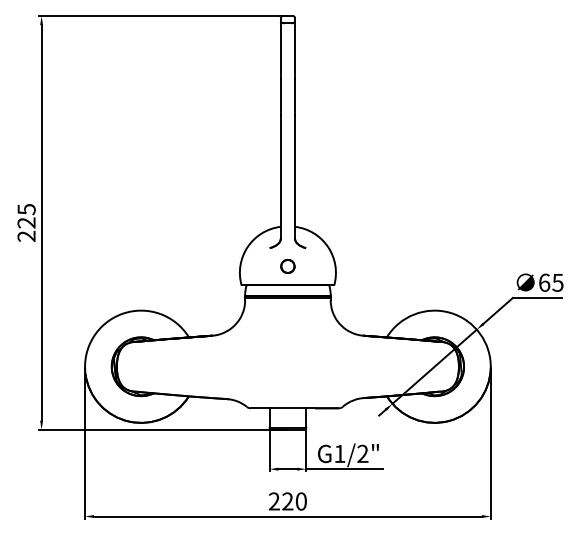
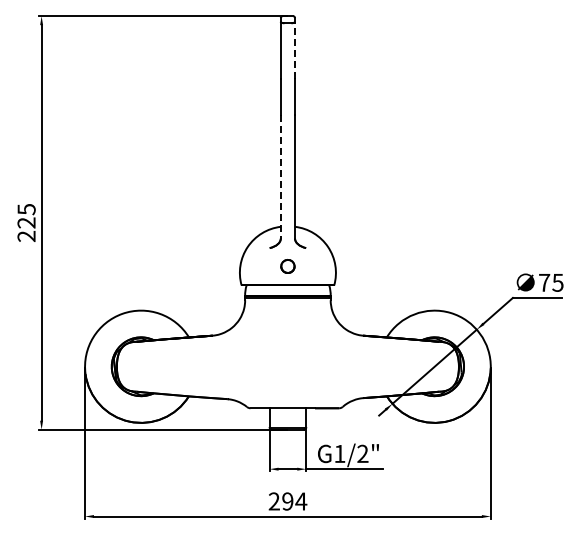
line at (295, 50): solid -> dashed
line at (280, 177): solid -> dashed
text at (544, 282): 65 -> 75
text at (294, 501): 220 -> 294
